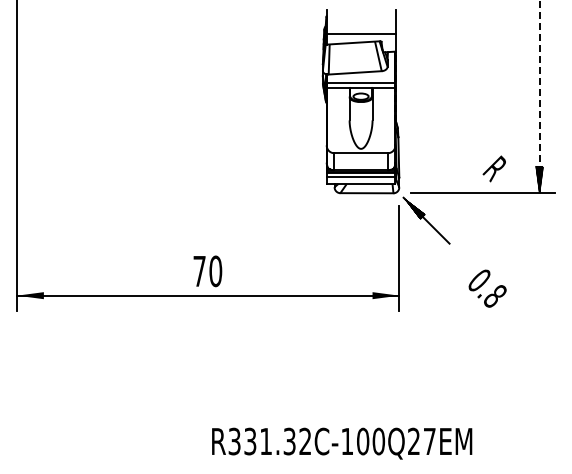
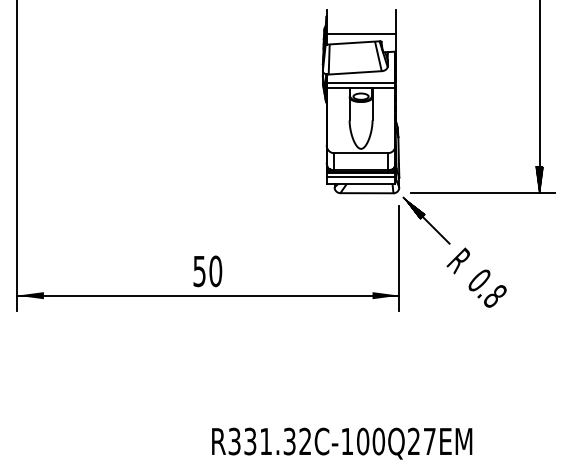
line at (539, 97): dashed -> solid
text at (493, 168) position: (493, 168) -> (457, 260)
text at (199, 271): 70 -> 50
